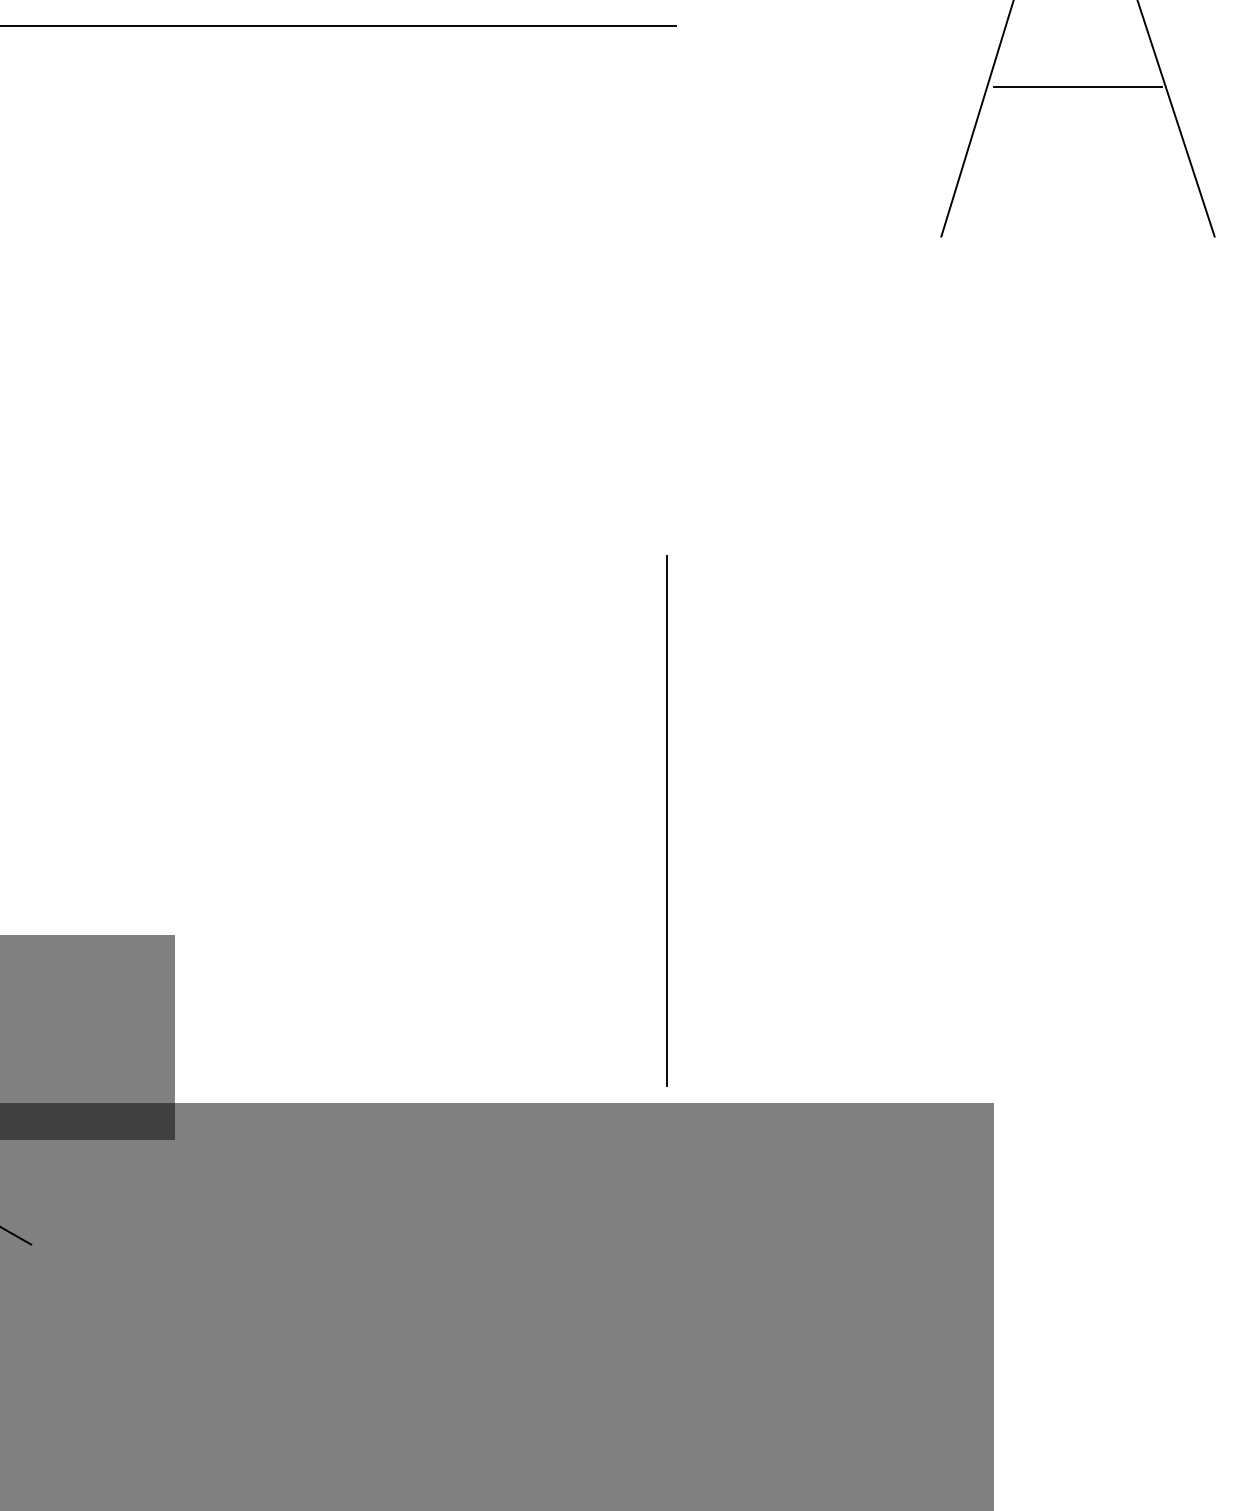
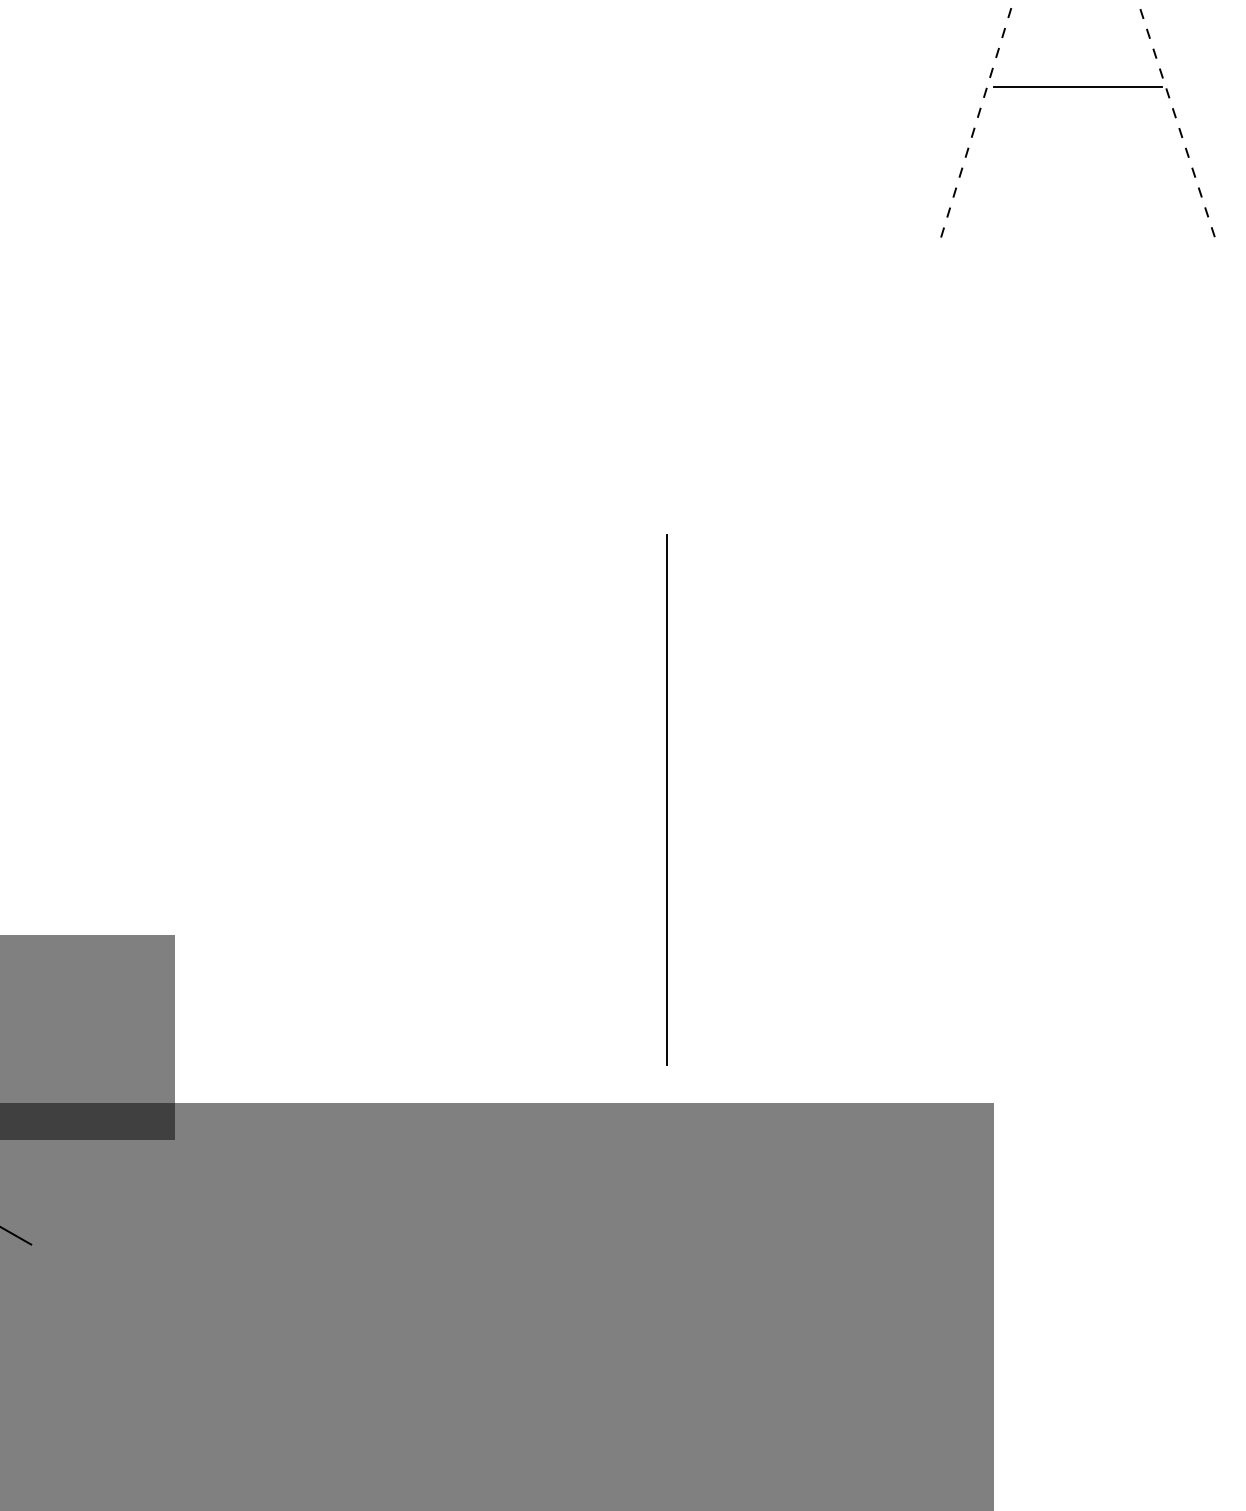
line at (1137, 1): solid -> dashed
line at (339, 25): present -> none
line at (666, 820) position: (666, 820) -> (666, 799)
